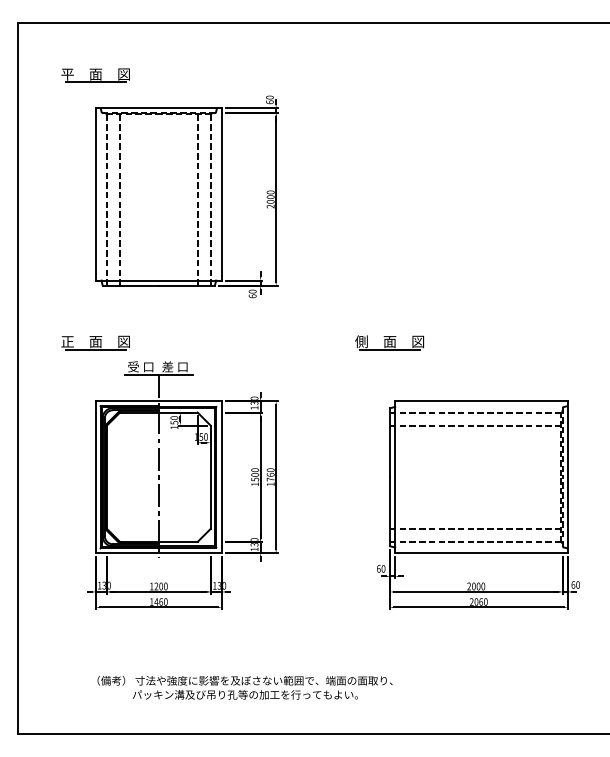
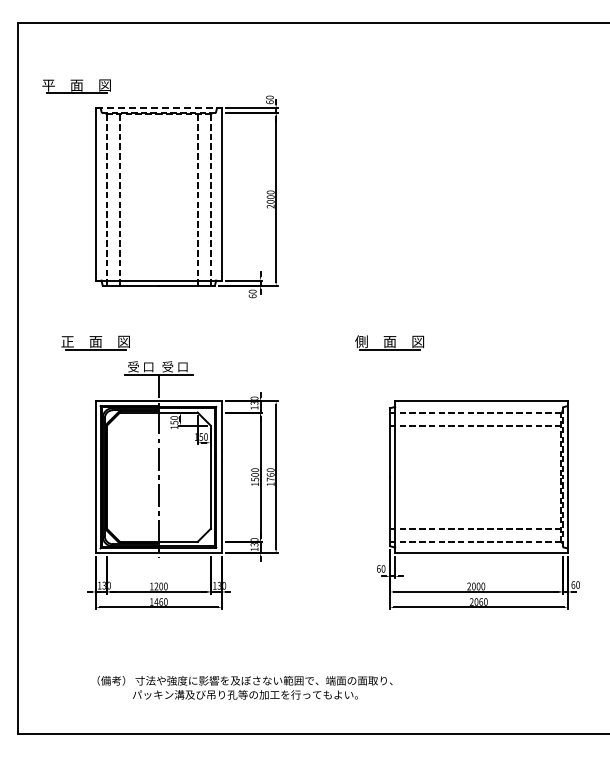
part at (95, 75) position: (95, 75) -> (76, 86)
line at (158, 108): solid -> dashed
text at (167, 366): 差 口 -> 受 口
